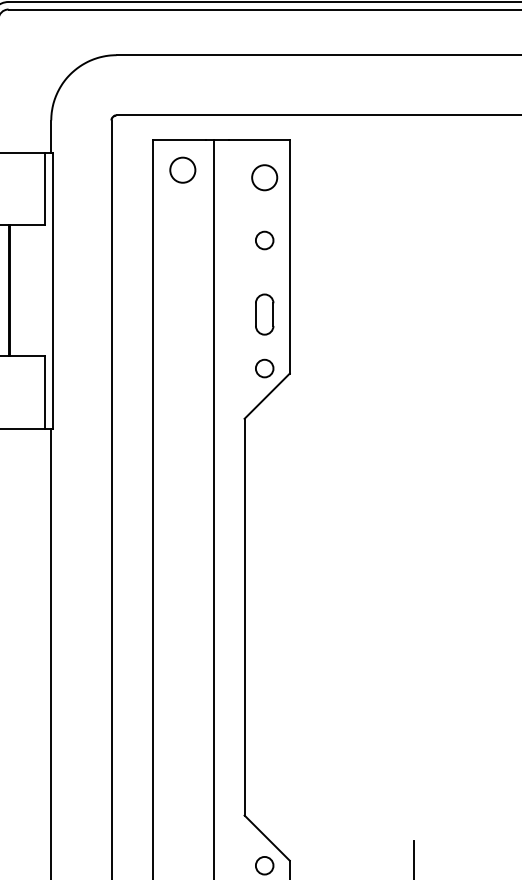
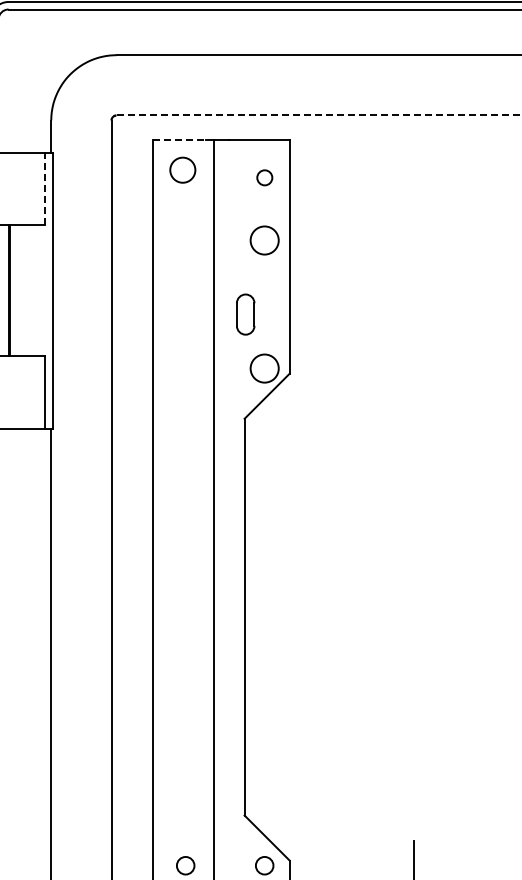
line at (319, 115): solid -> dashed
line at (179, 140): solid -> dashed
circle at (264, 177) size: 28x28 px -> 18x18 px
line at (44, 188): solid -> dashed
circle at (264, 240) diameter: 18 px -> 28 px
part at (264, 314) position: (264, 314) -> (245, 314)
circle at (264, 368) diameter: 18 px -> 28 px
circle at (185, 865): none -> present
